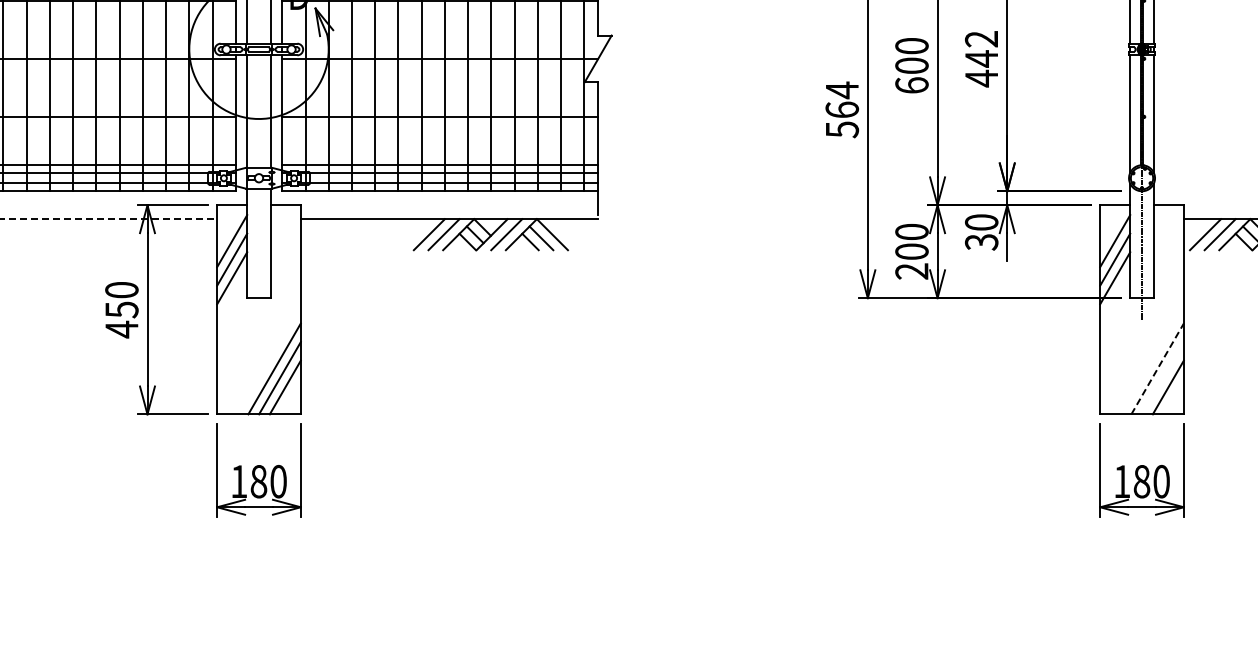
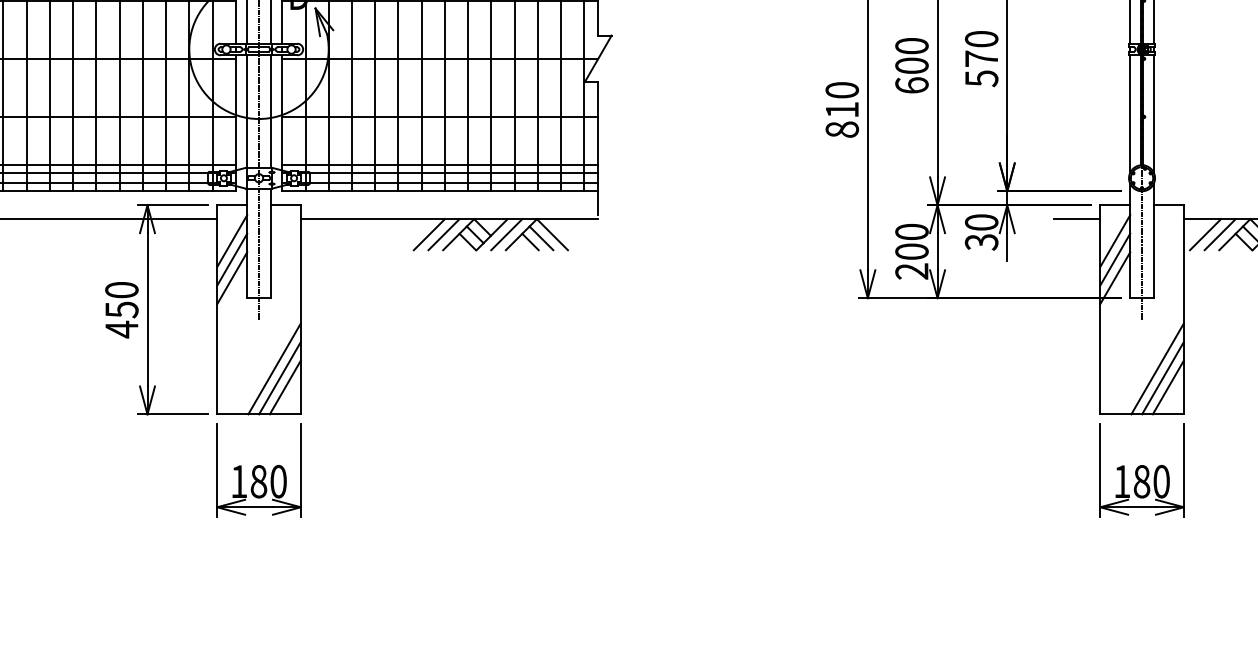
text at (981, 59): 442 -> 570
text at (842, 109): 564 -> 810
line at (259, 161): none -> present
line at (109, 219): dashed -> solid
line at (1076, 219): none -> present
line at (1157, 368): dashed -> solid
line at (1162, 378): none -> present
